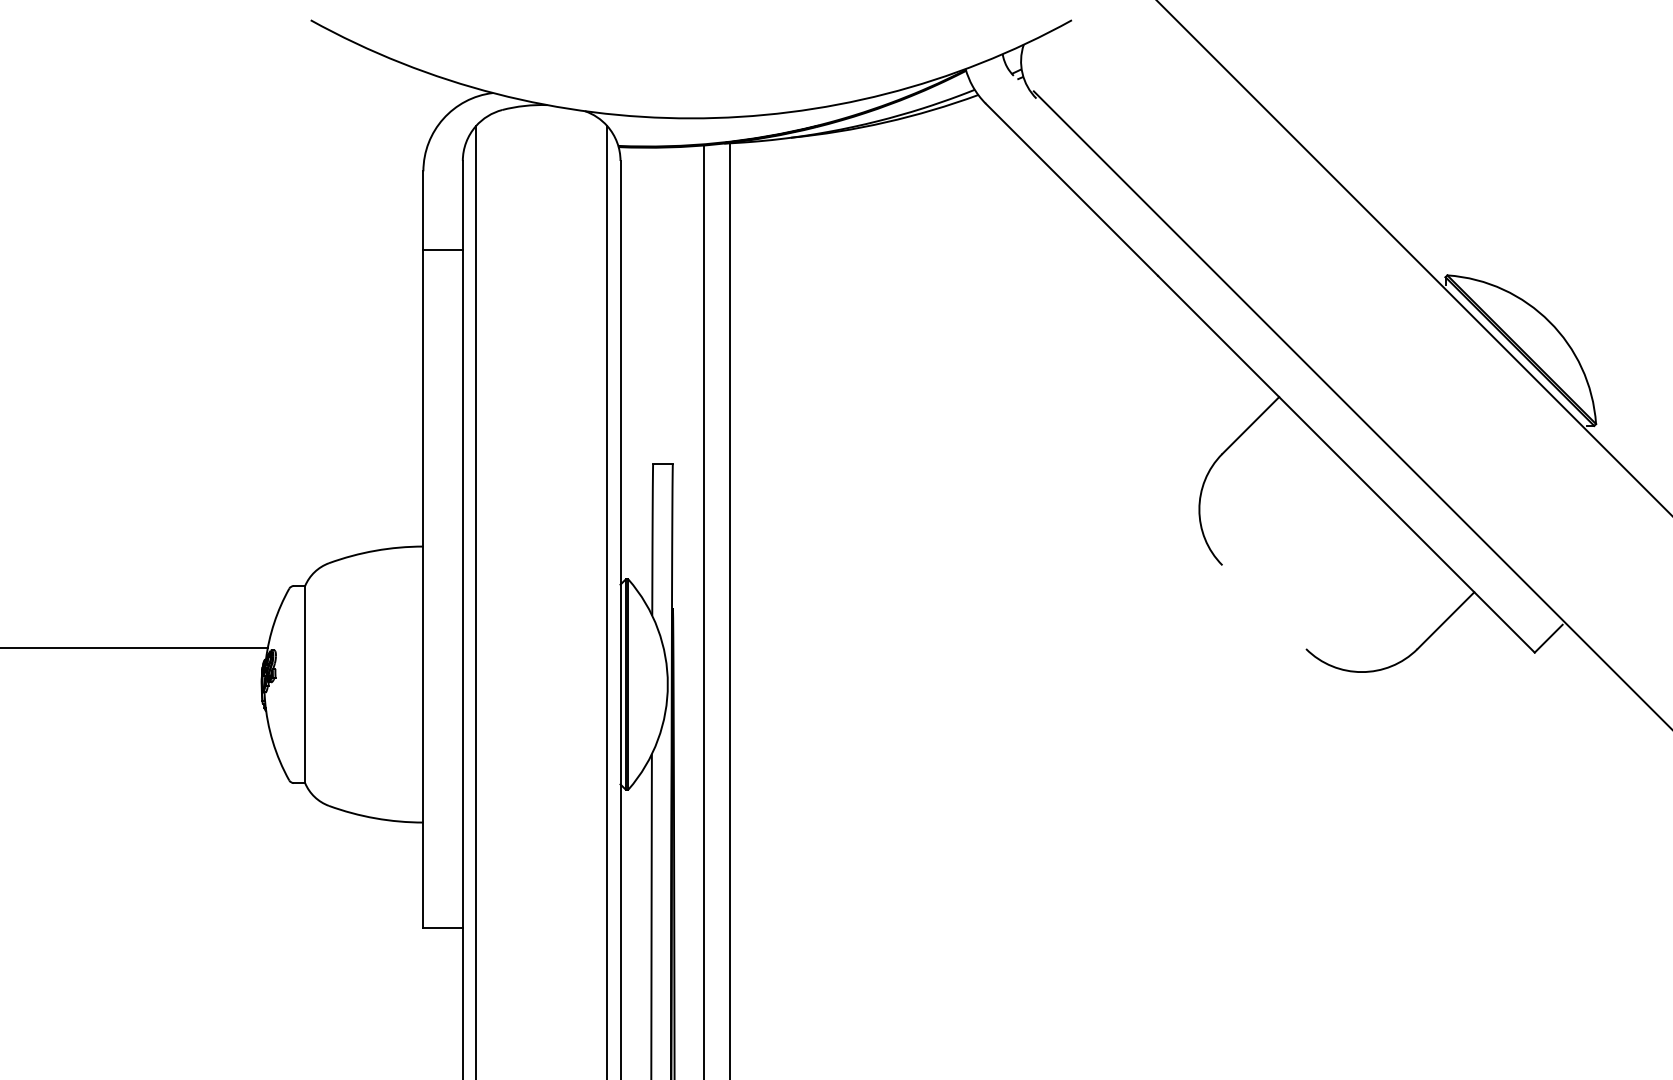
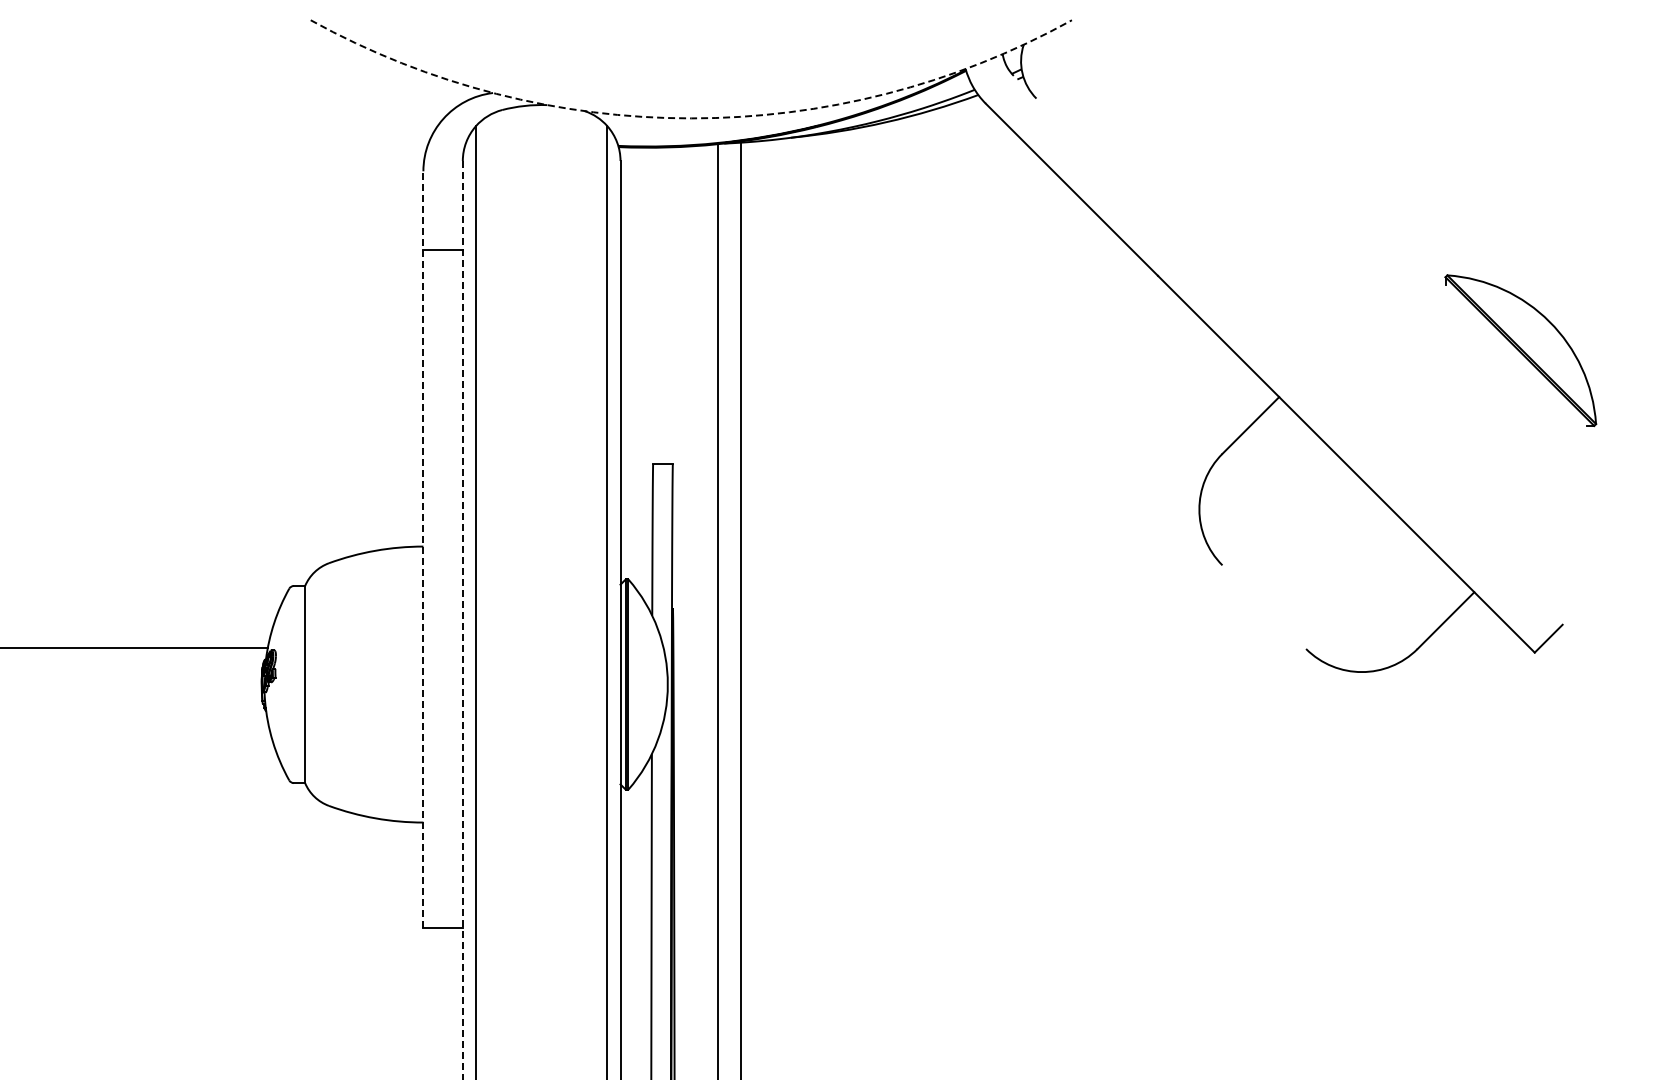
arc at (691, 118): solid -> dashed
line at (1413, 257): present -> none
line at (1351, 409): present -> none
line at (423, 549): solid -> dashed
line at (729, 609) position: (729, 609) -> (740, 609)
line at (704, 610) position: (704, 610) -> (718, 610)
line at (462, 620): solid -> dashed
